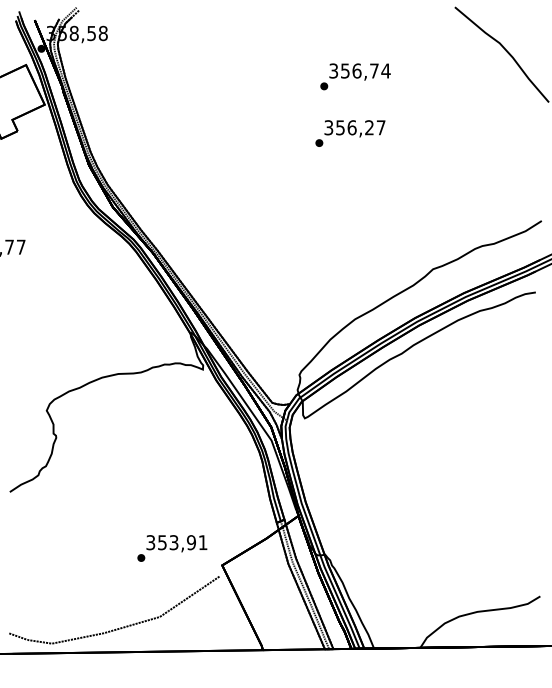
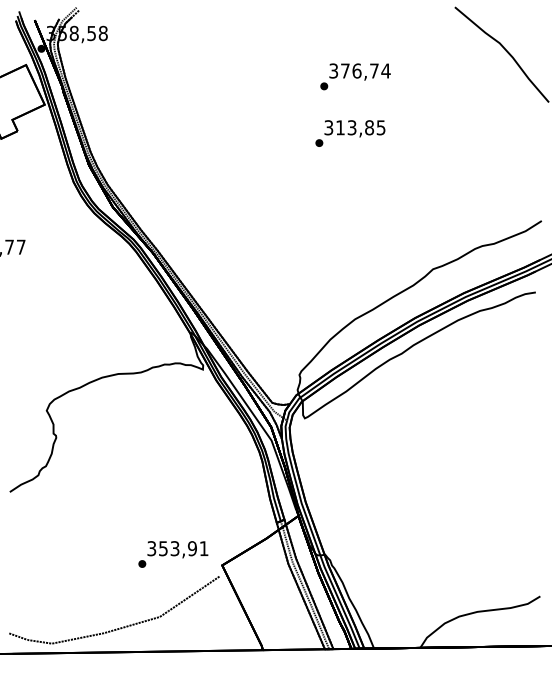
text at (345, 70): 356,74 -> 376,74
text at (360, 127): 356,27 -> 313,85
text at (172, 548) position: (172, 548) -> (173, 554)
